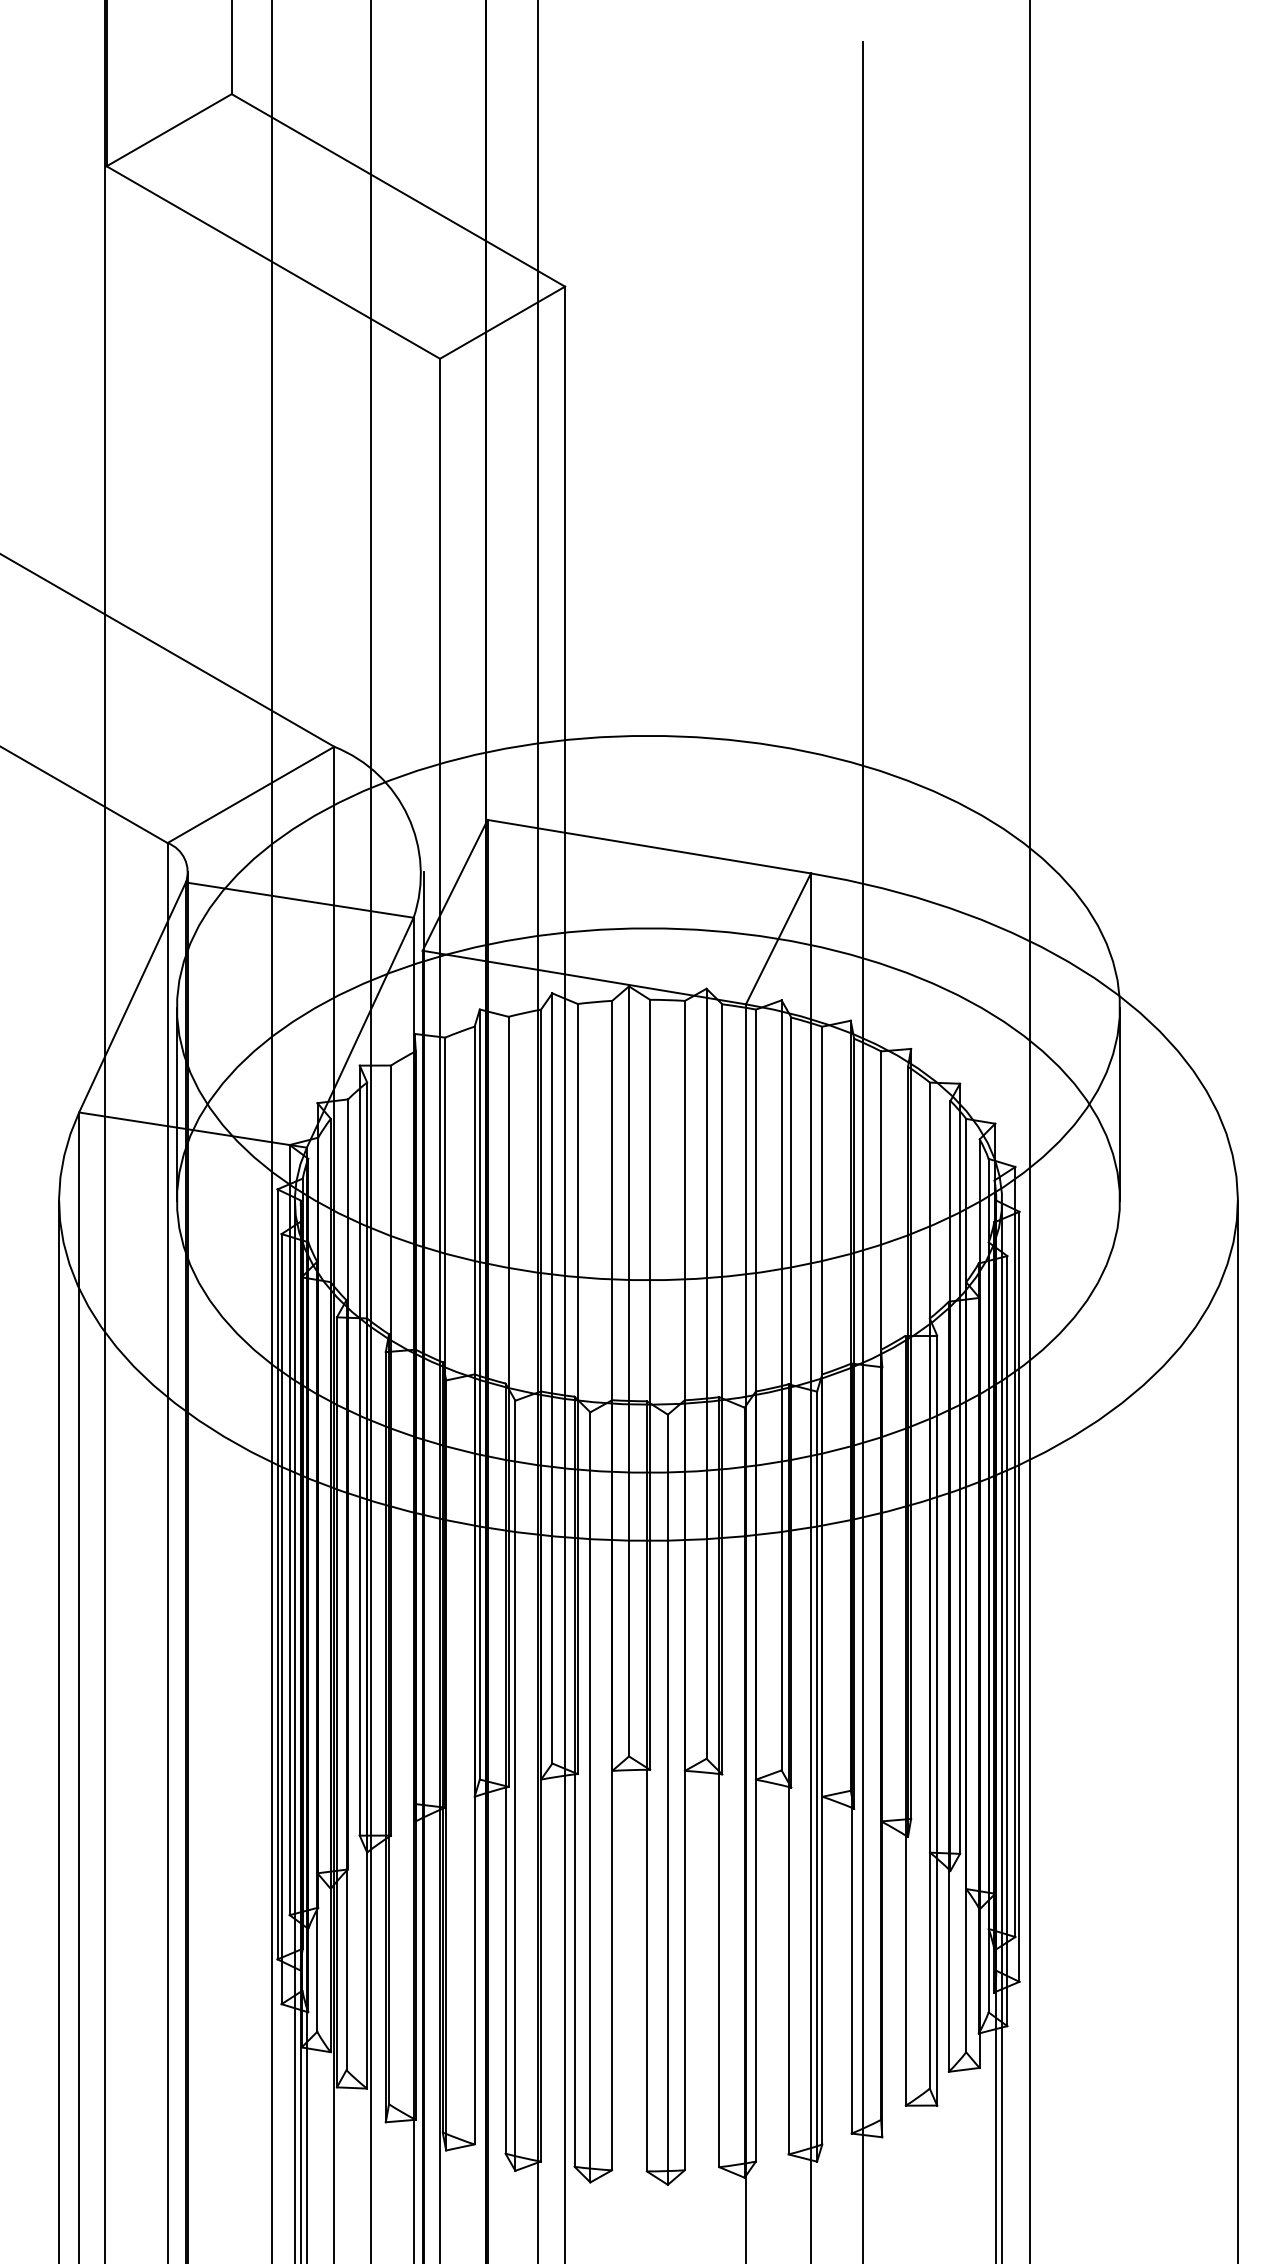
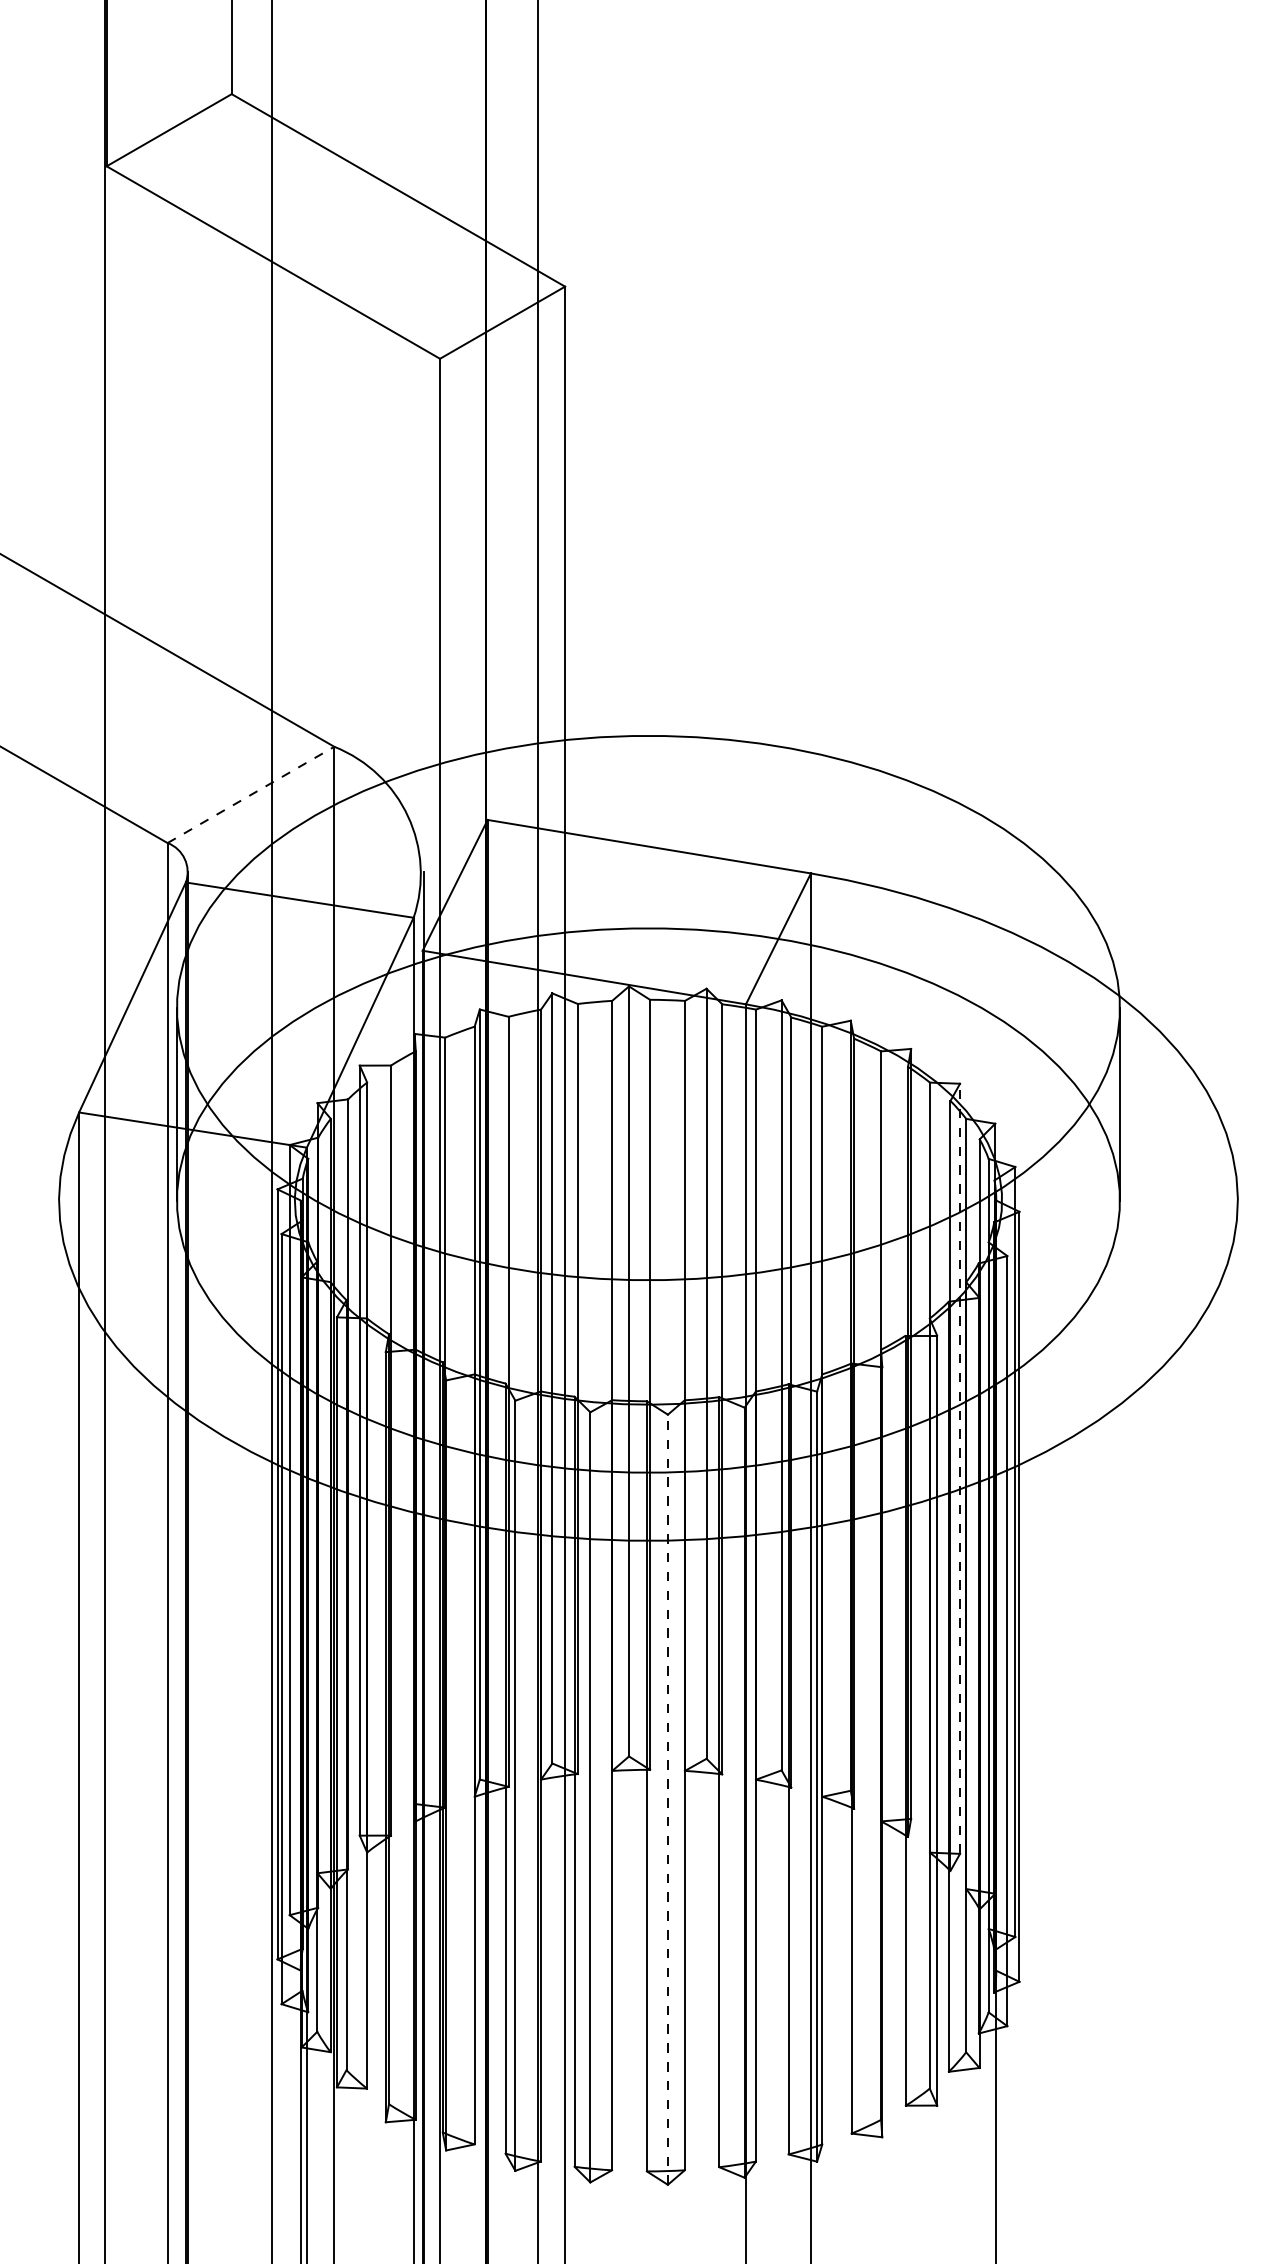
line at (251, 794): solid -> dashed
line at (371, 1131): present -> none
line at (1030, 1131): present -> none
line at (863, 1150): present -> none
line at (960, 1468): solid -> dashed
line at (59, 1730): present -> none
line at (294, 1730): present -> none
line at (1002, 1730): present -> none
line at (1237, 1730): present -> none
line at (667, 1799): solid -> dashed
